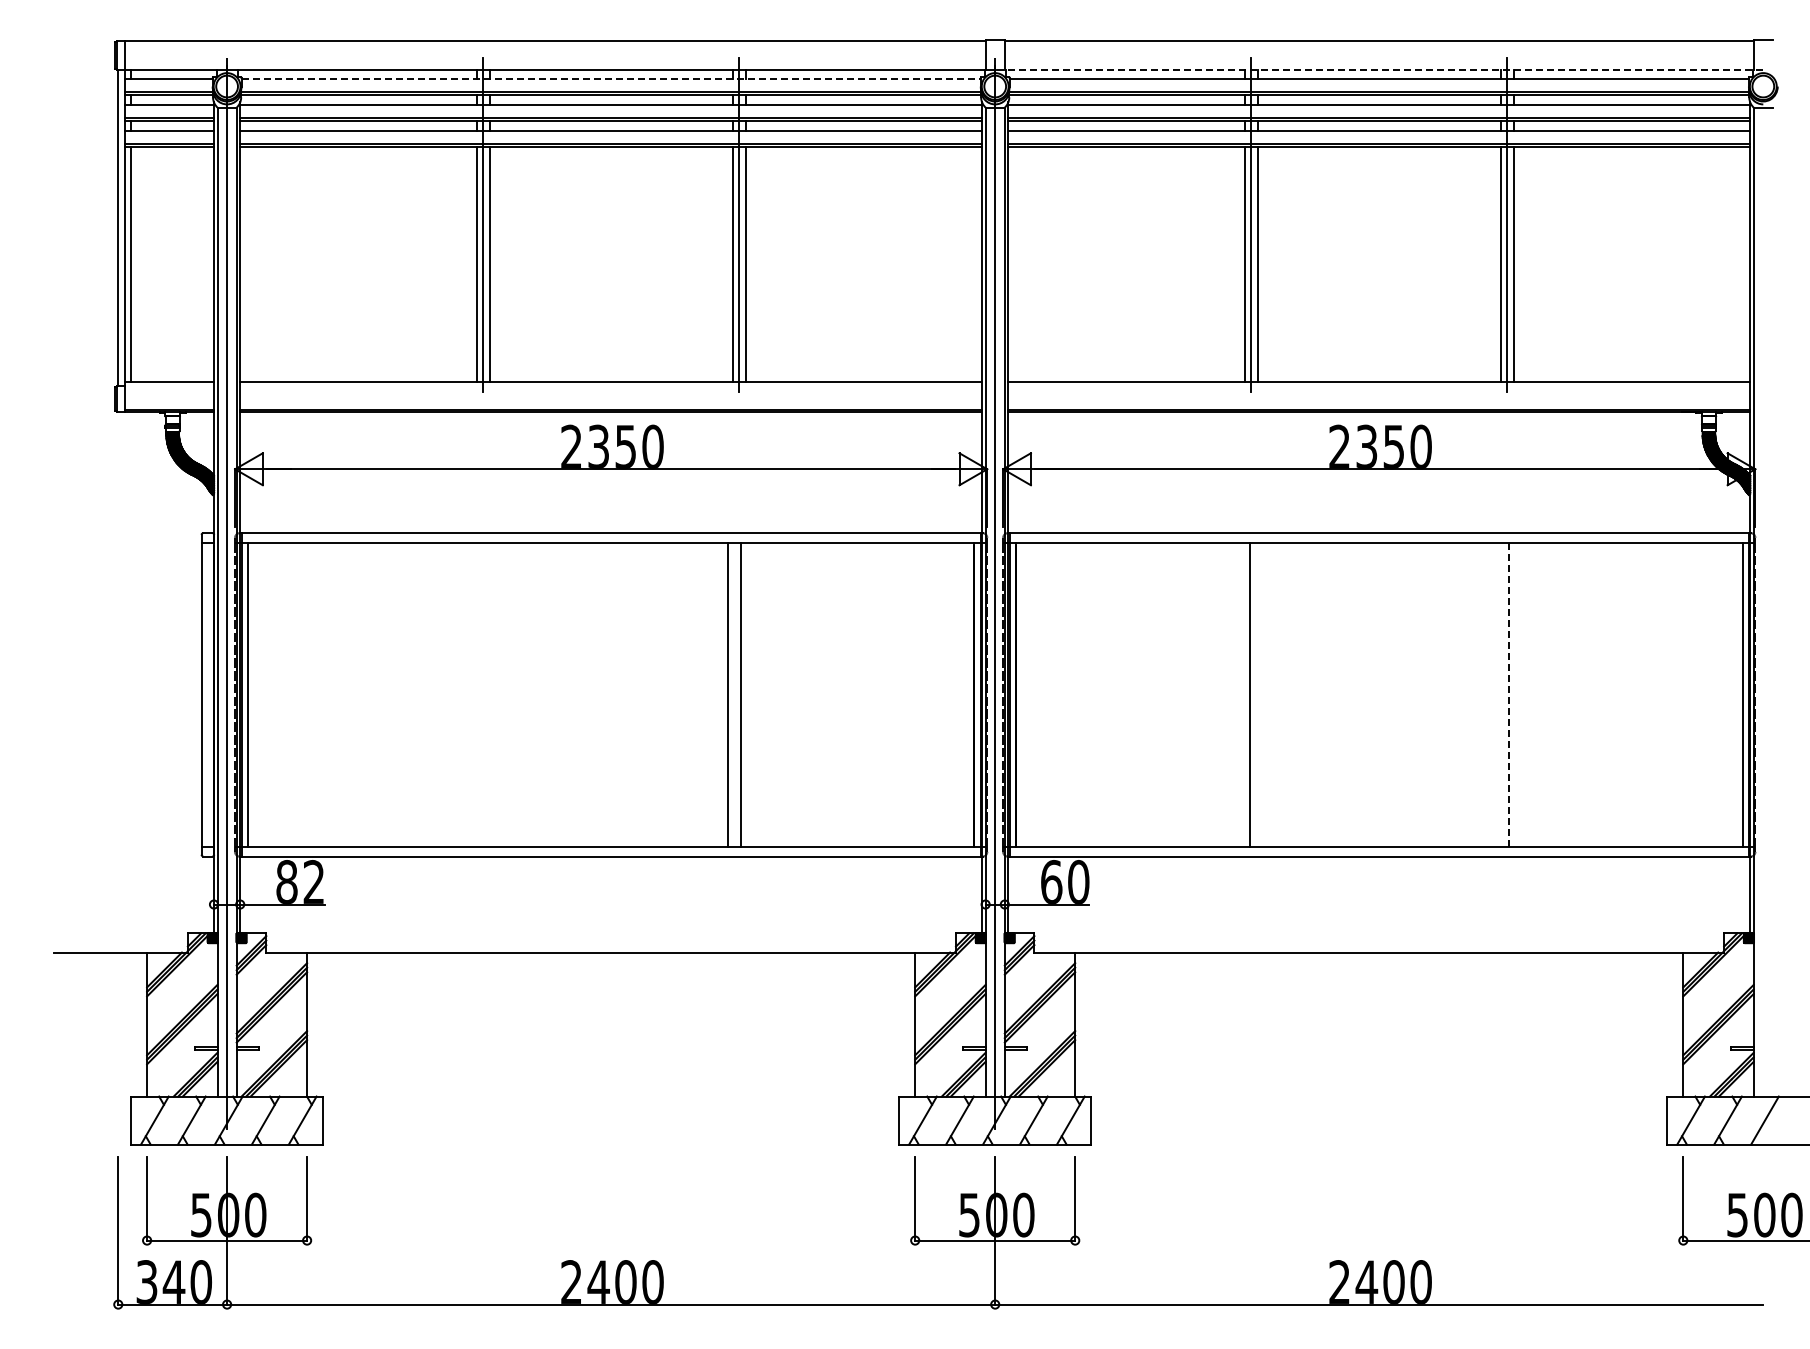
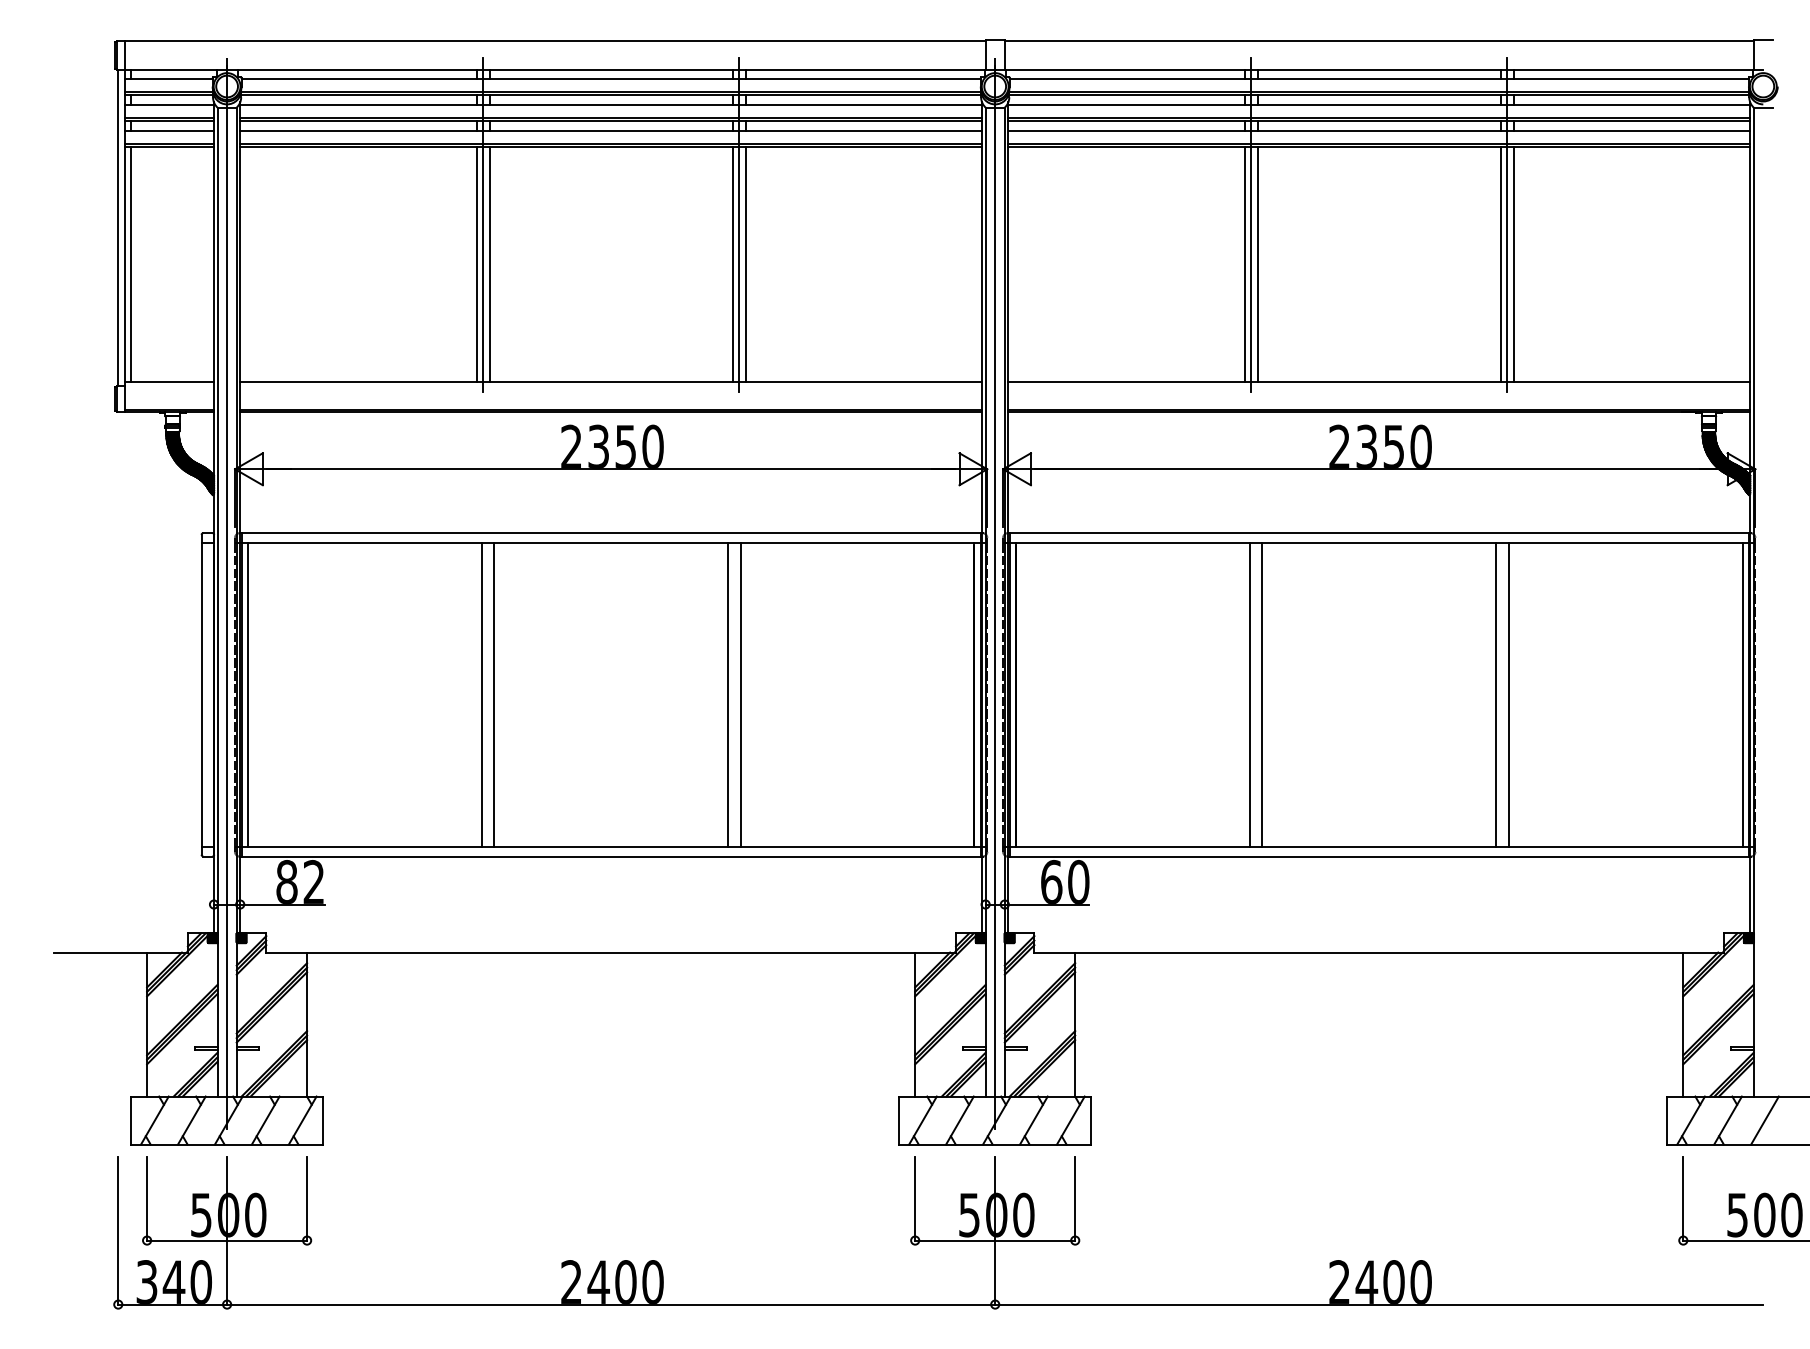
line at (1378, 69): dashed -> solid
line at (611, 78): dashed -> solid
line at (481, 694): none -> present
line at (494, 694): none -> present
line at (1262, 694): none -> present
line at (1496, 694): none -> present
line at (1508, 695): dashed -> solid
